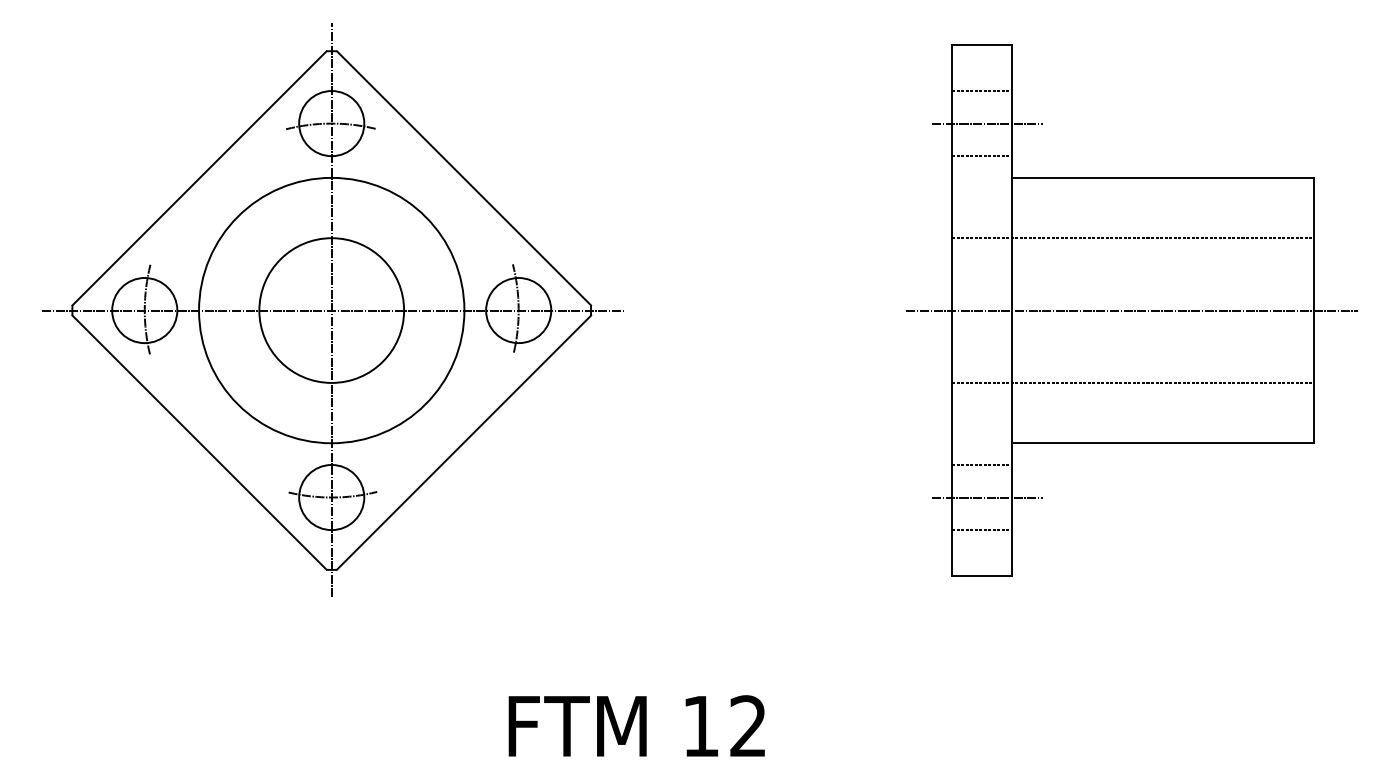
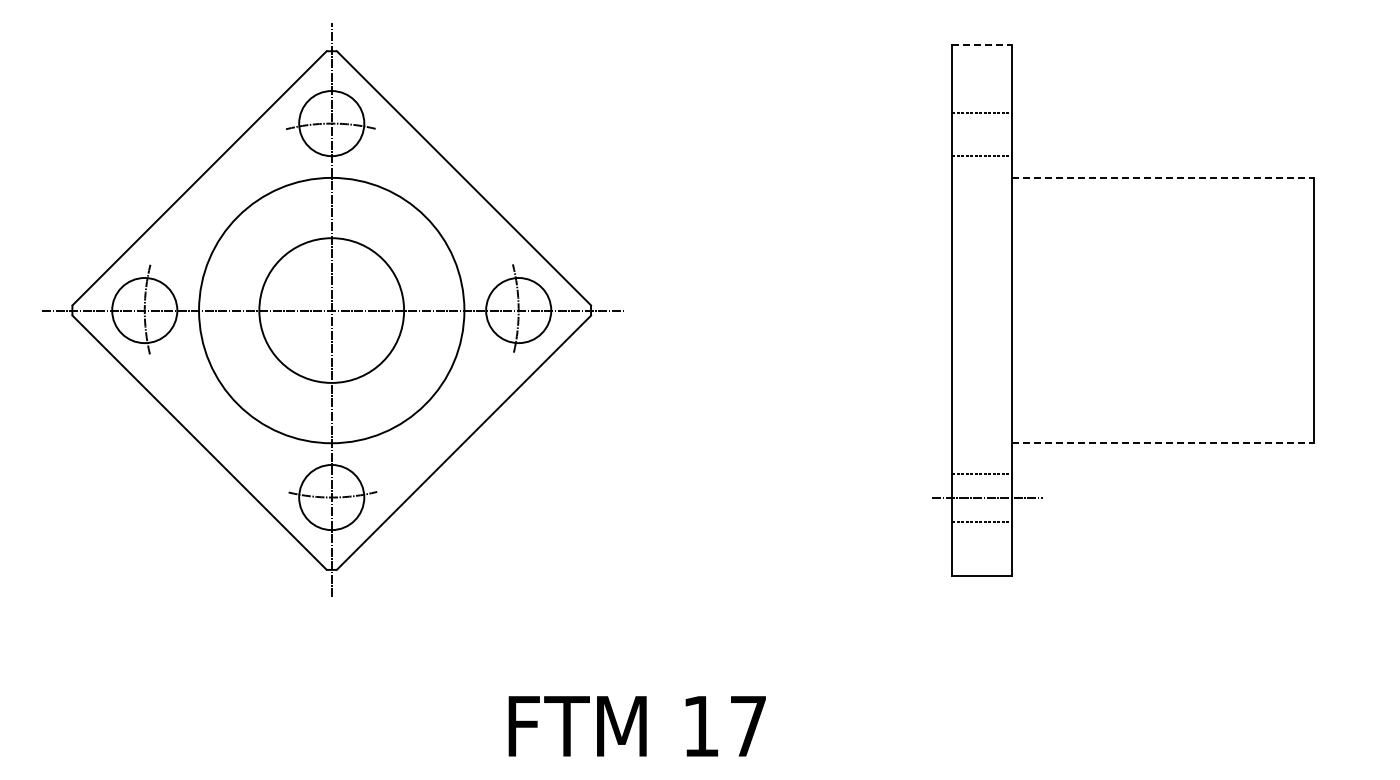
line at (982, 45): solid -> dashed
line at (981, 91) position: (981, 91) -> (981, 113)
line at (987, 123): present -> none
line at (1163, 177): solid -> dashed
line at (1132, 238): present -> none
line at (1132, 310): present -> none
line at (1132, 382): present -> none
line at (1163, 443): solid -> dashed
line at (981, 464) position: (981, 464) -> (981, 473)
line at (981, 530) position: (981, 530) -> (981, 522)
text at (747, 725): 12 -> 17
